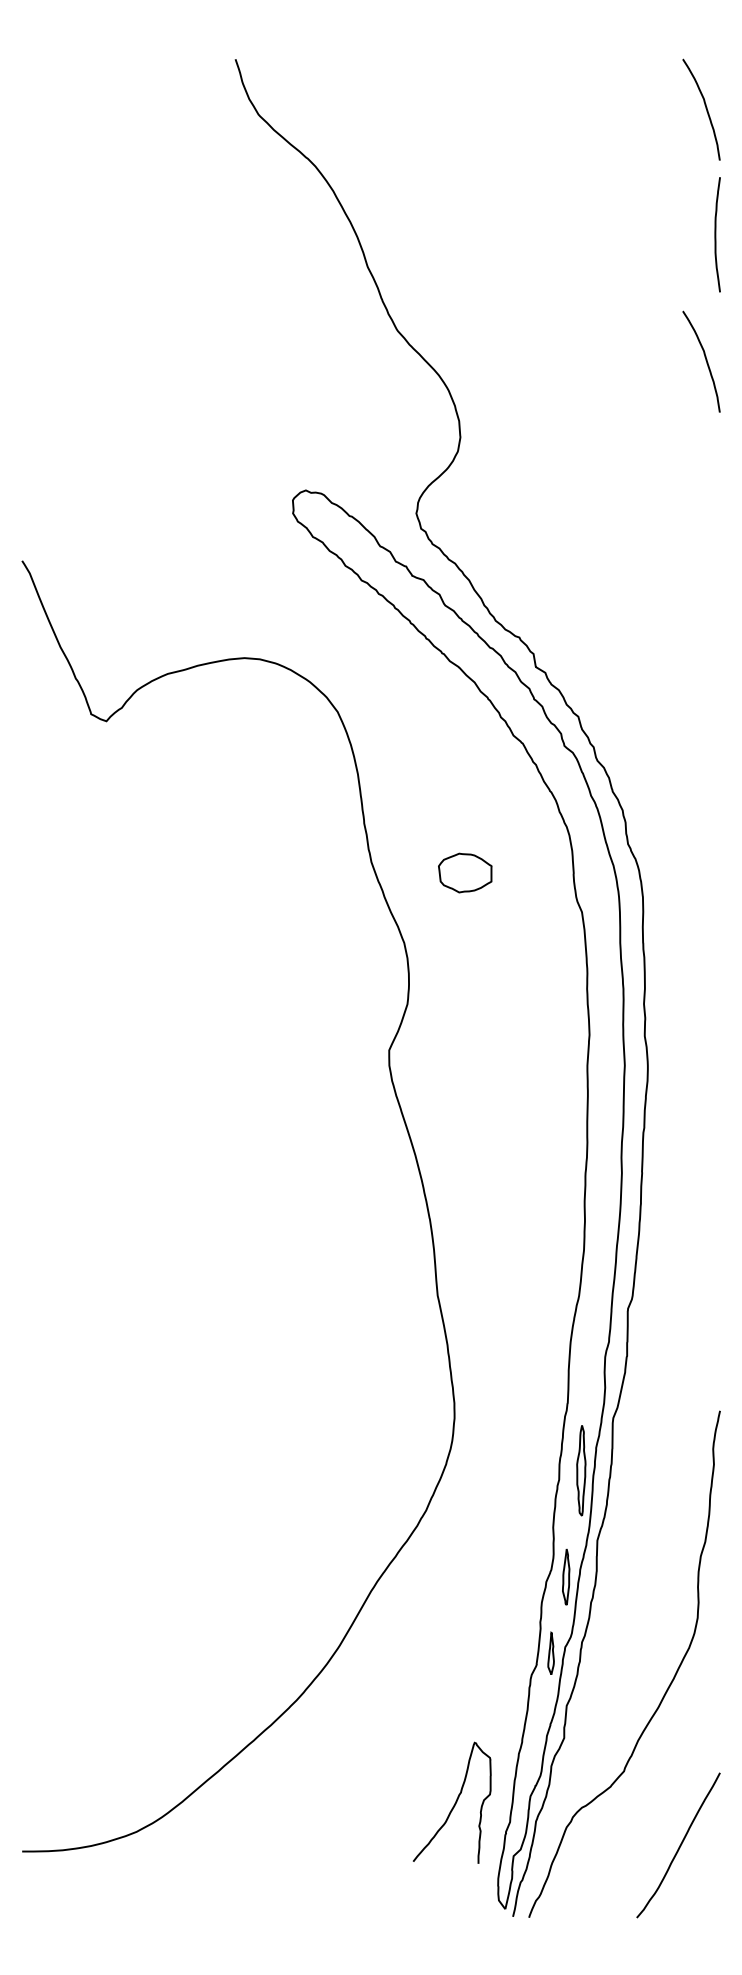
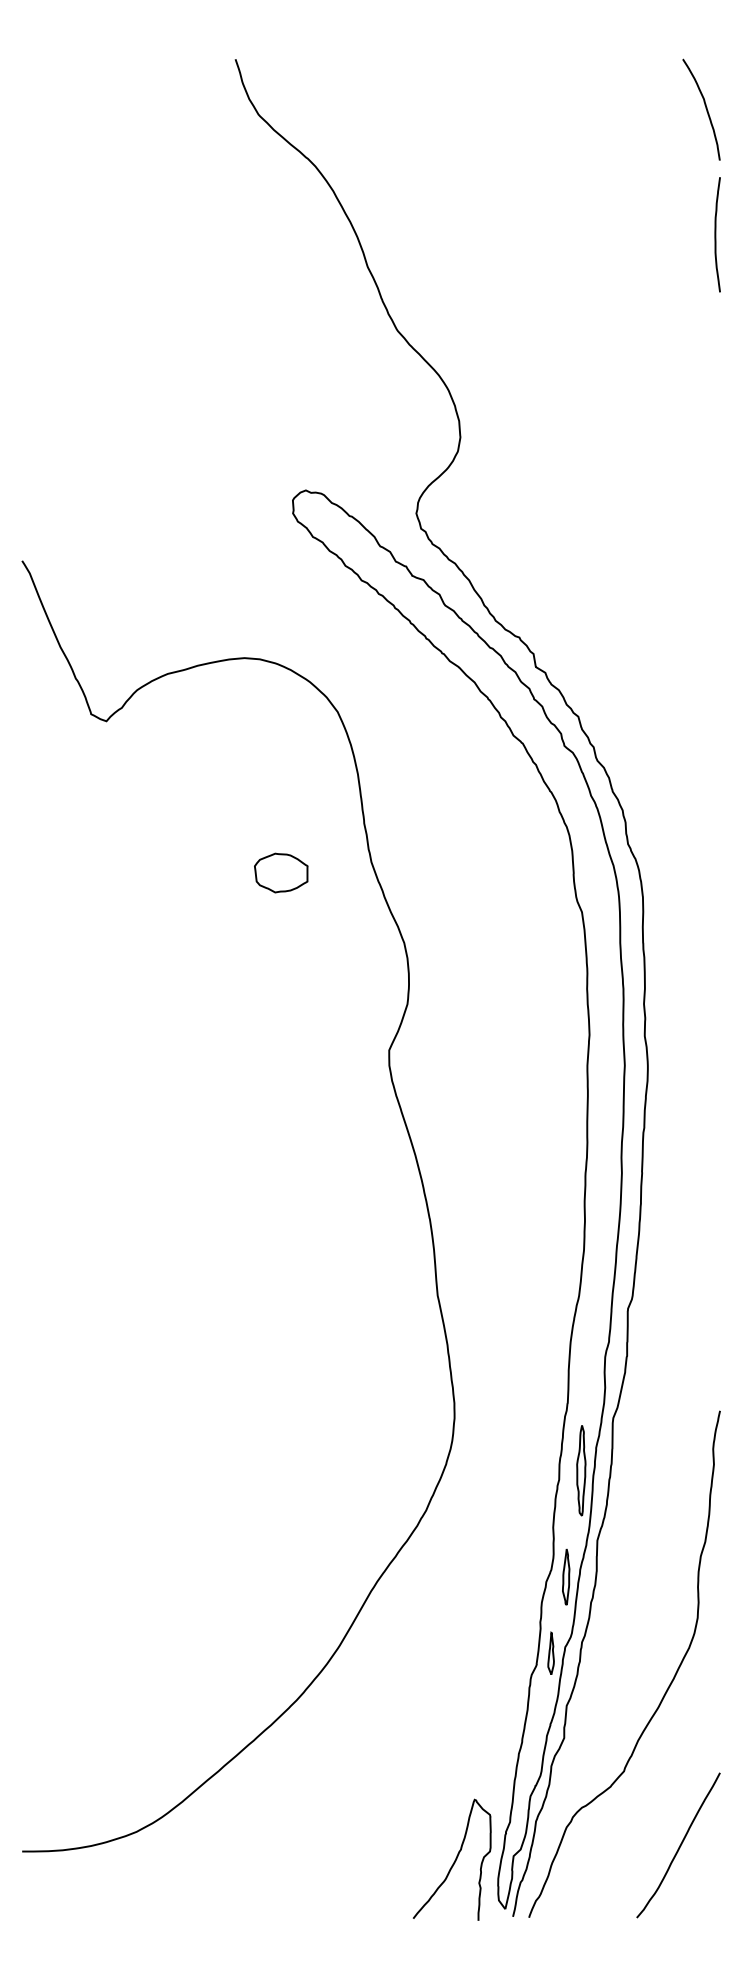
curve at (705, 360): present -> none
part at (465, 872) position: (465, 872) -> (281, 872)
curve at (454, 1803) position: (454, 1803) -> (454, 1860)
